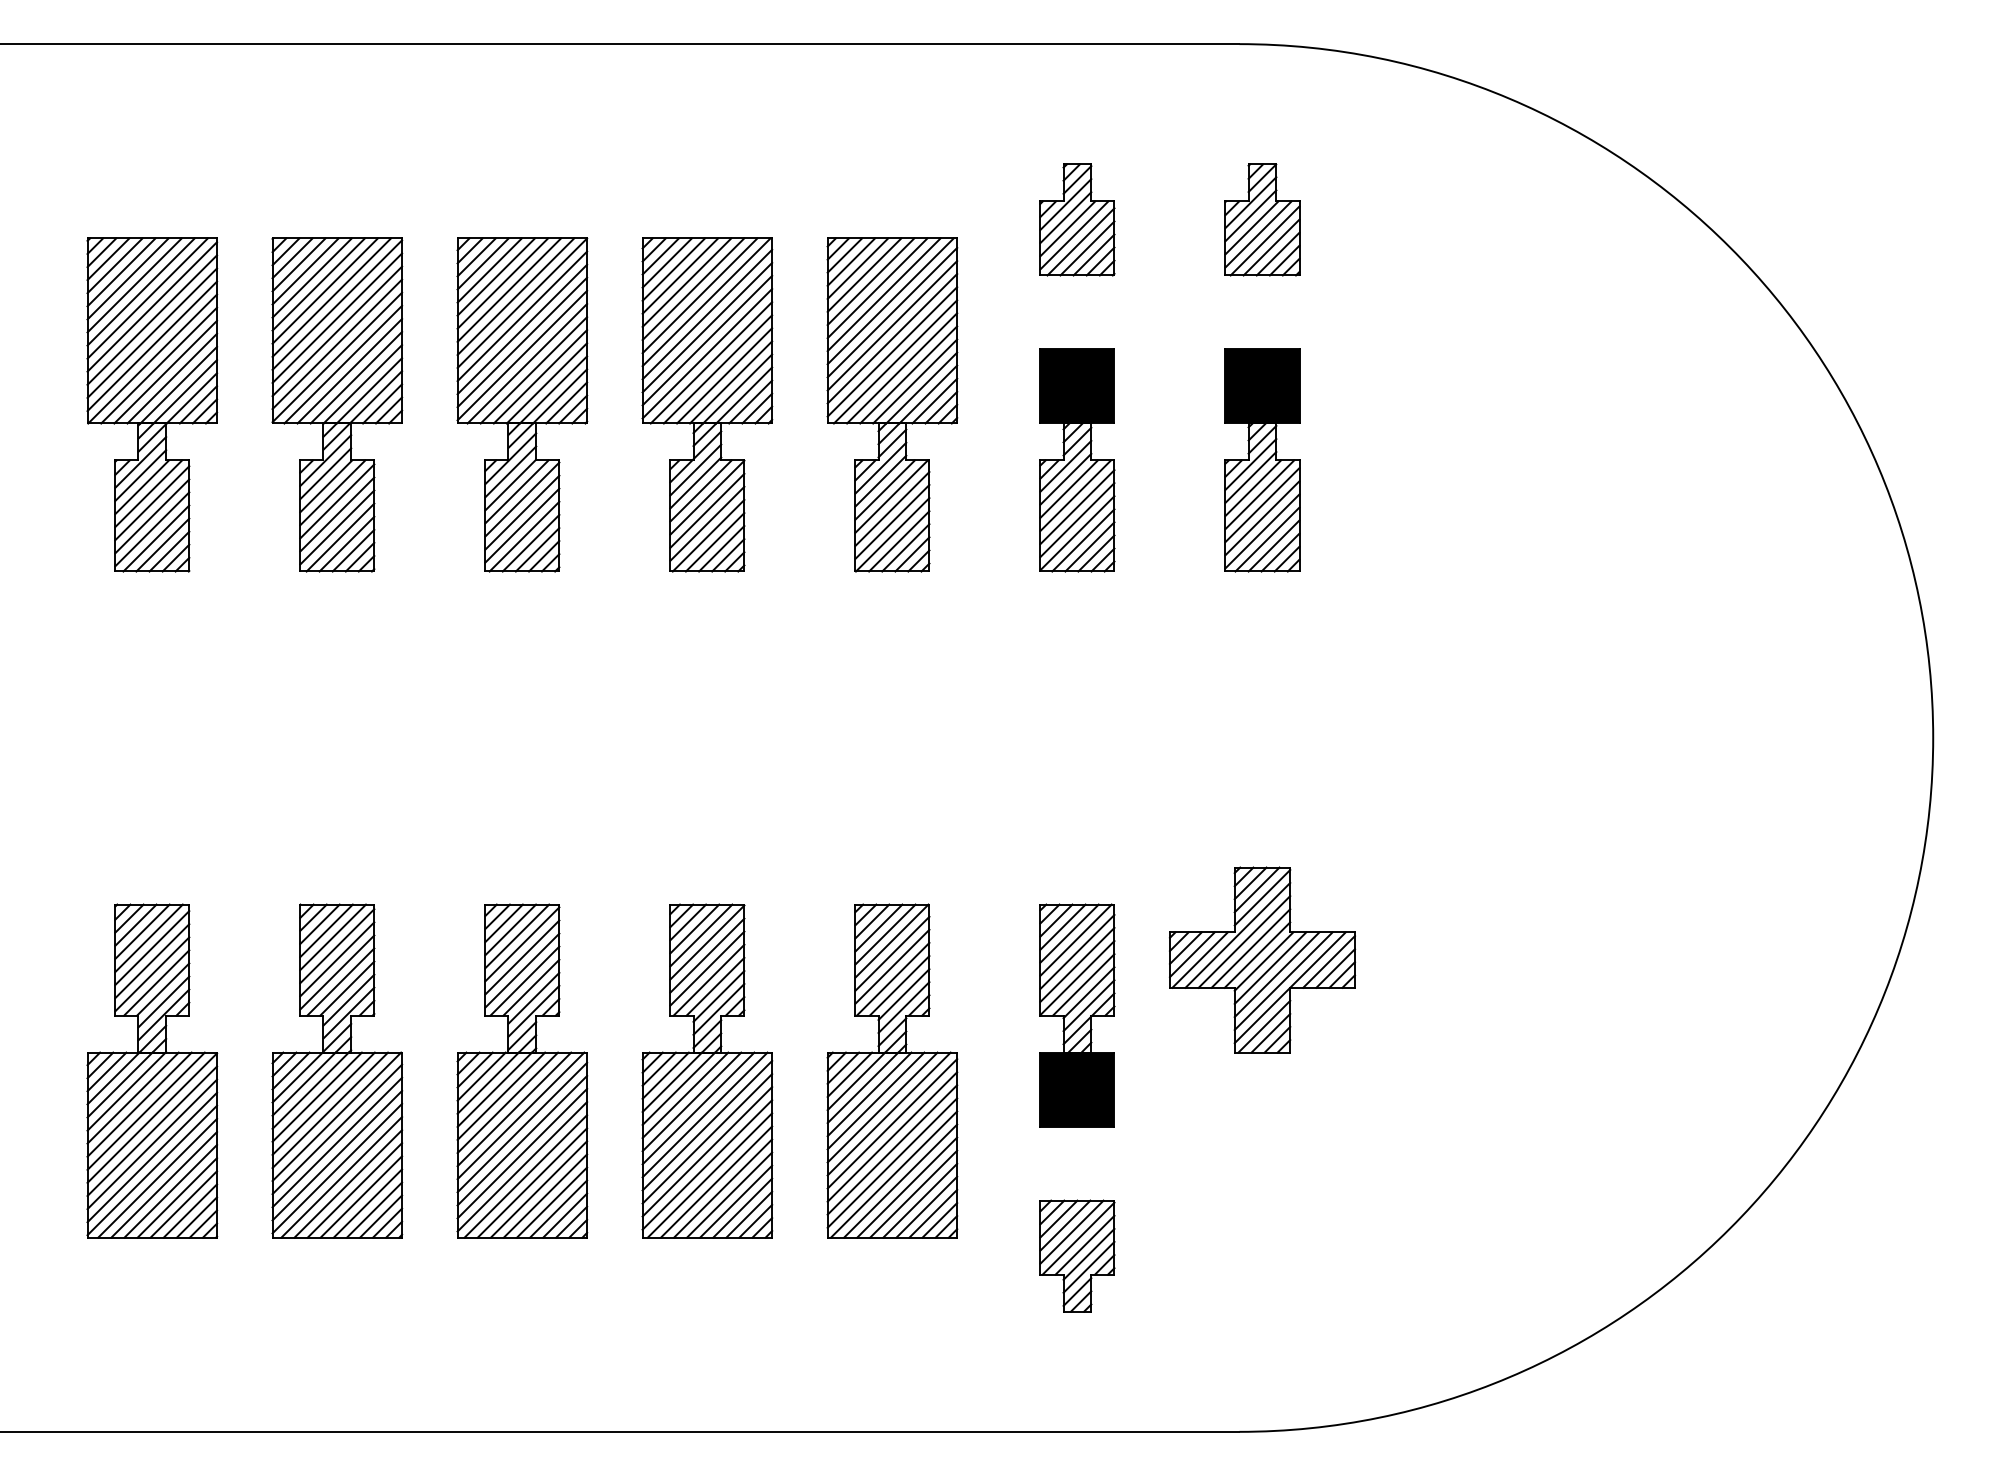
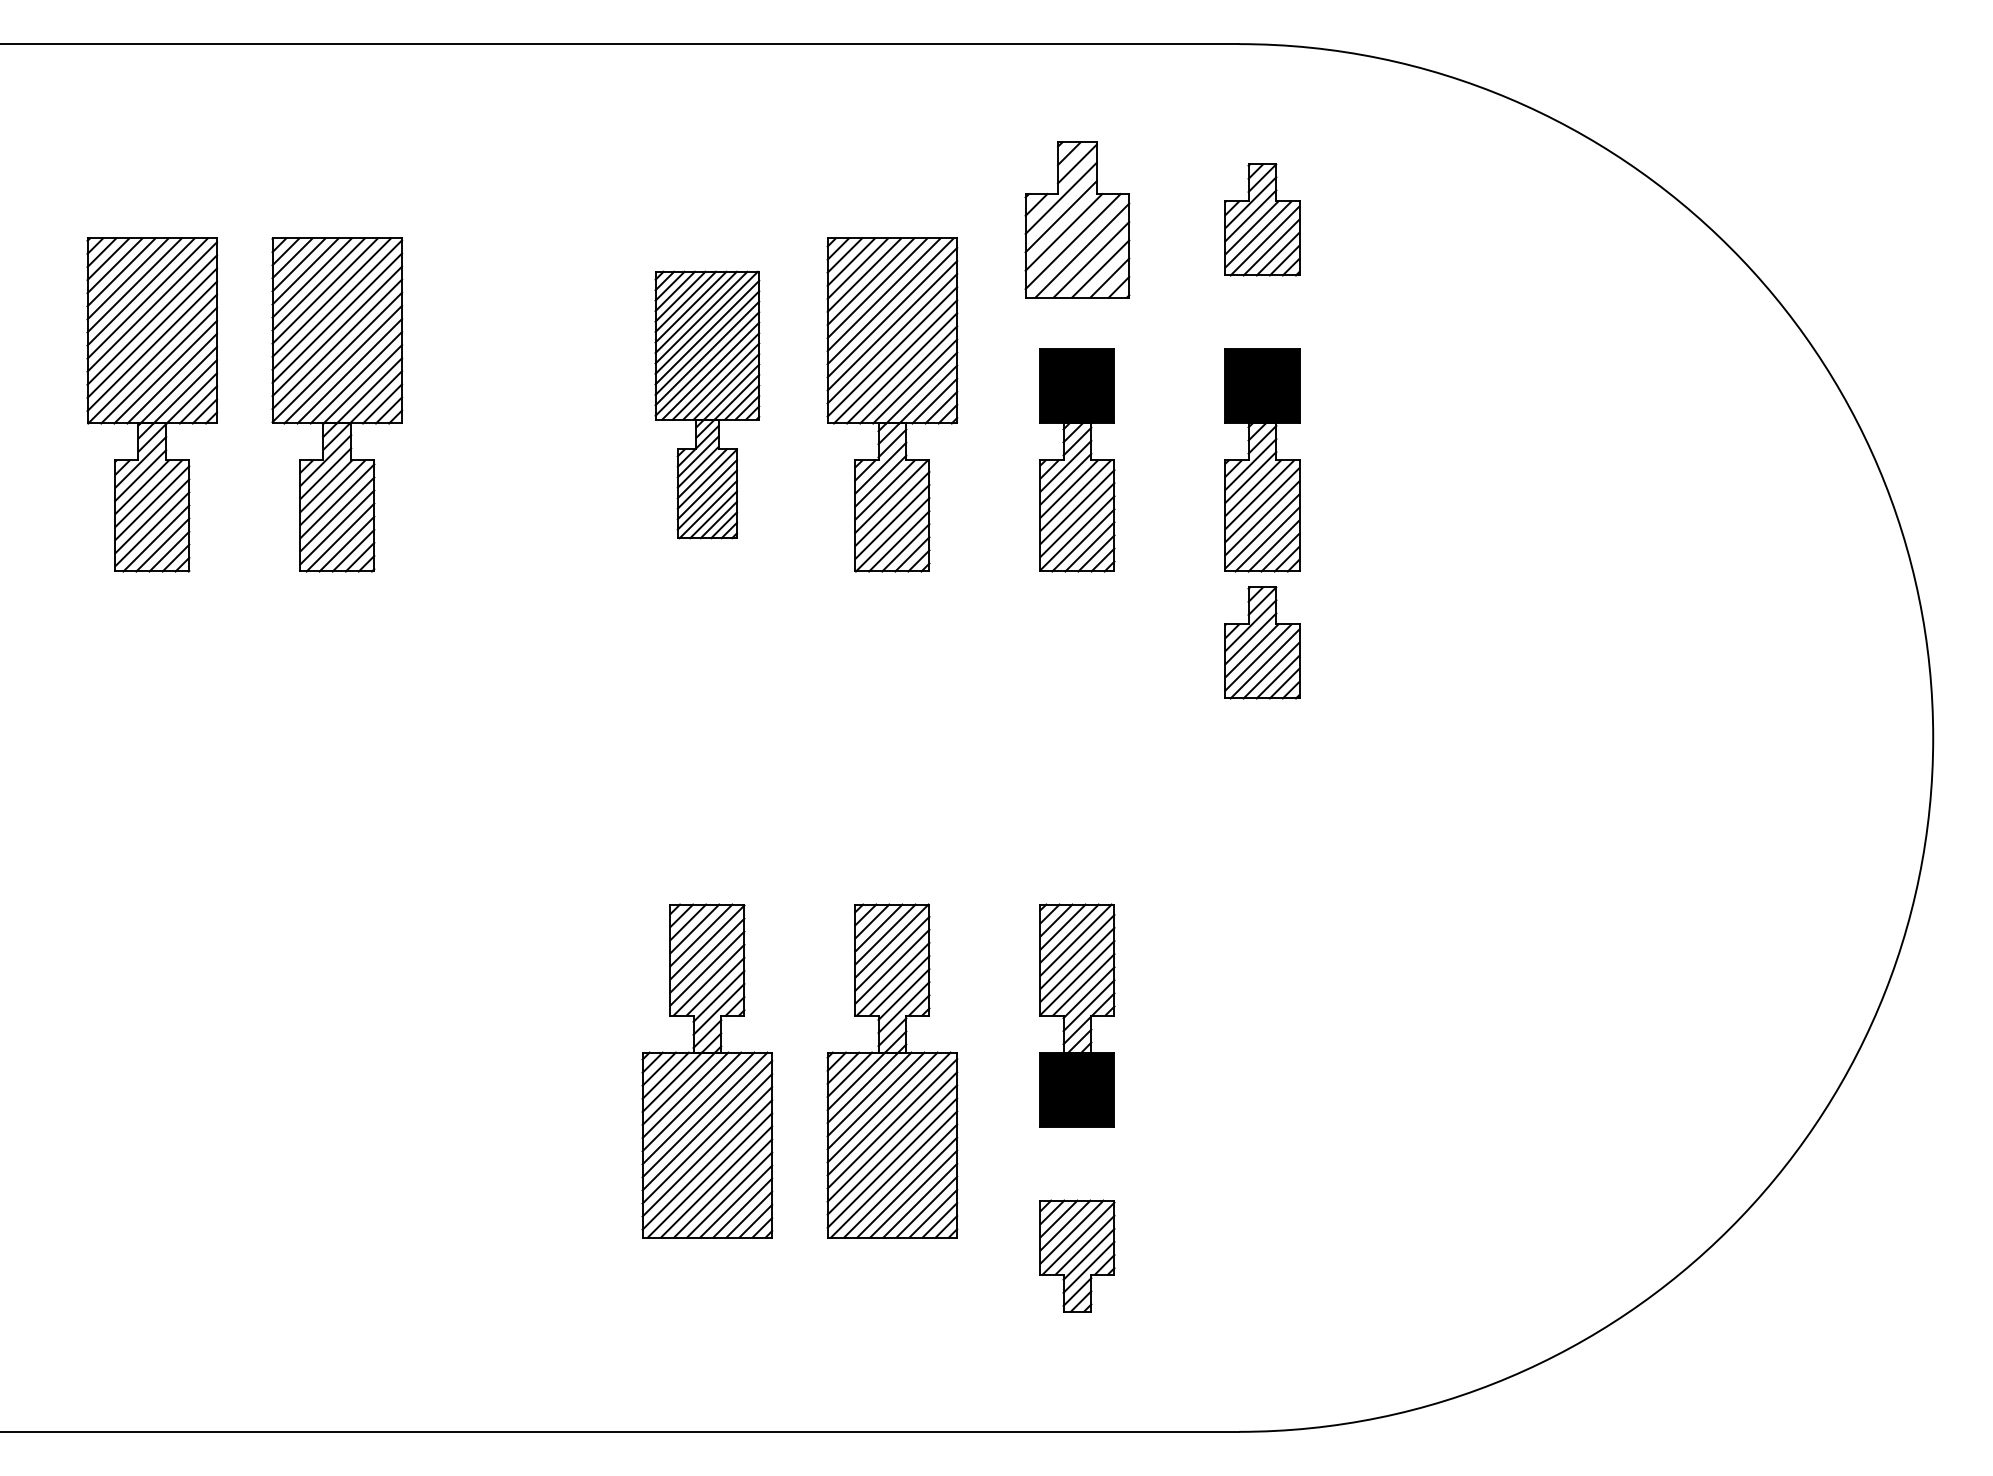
part at (1077, 219) size: 77x114 px -> 107x158 px
part at (522, 404): present -> none
part at (707, 404) size: 133x336 px -> 107x270 px
part at (1262, 642): none -> present
part at (1262, 959): present -> none
part at (152, 1070): present -> none
part at (337, 1070): present -> none
part at (522, 1070): present -> none
